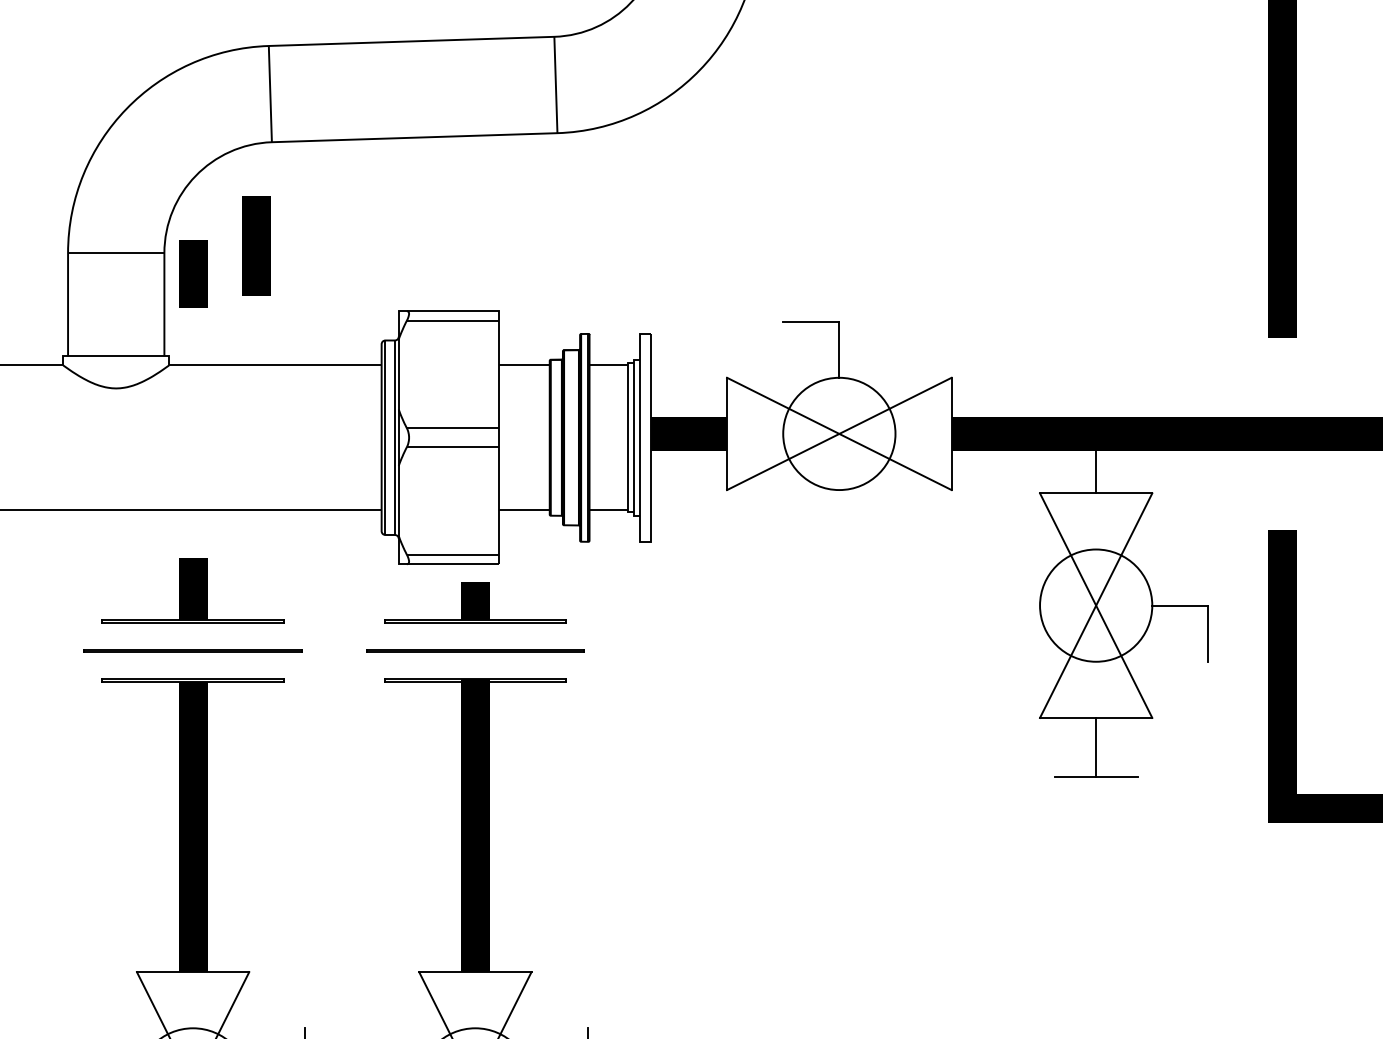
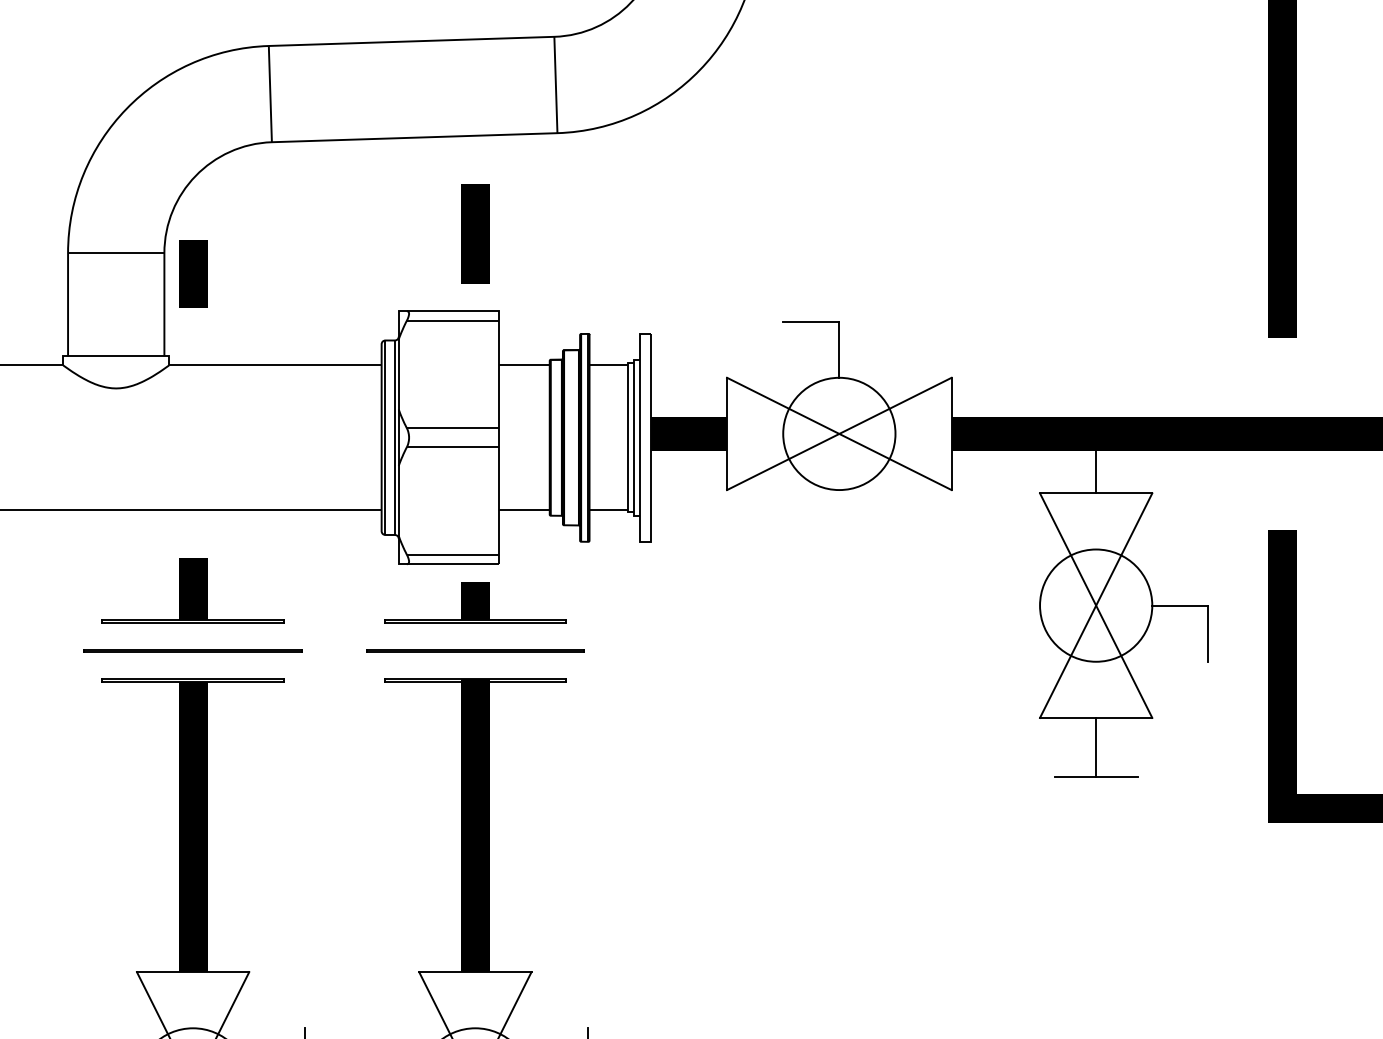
line at (256, 245) position: (256, 245) -> (475, 233)
